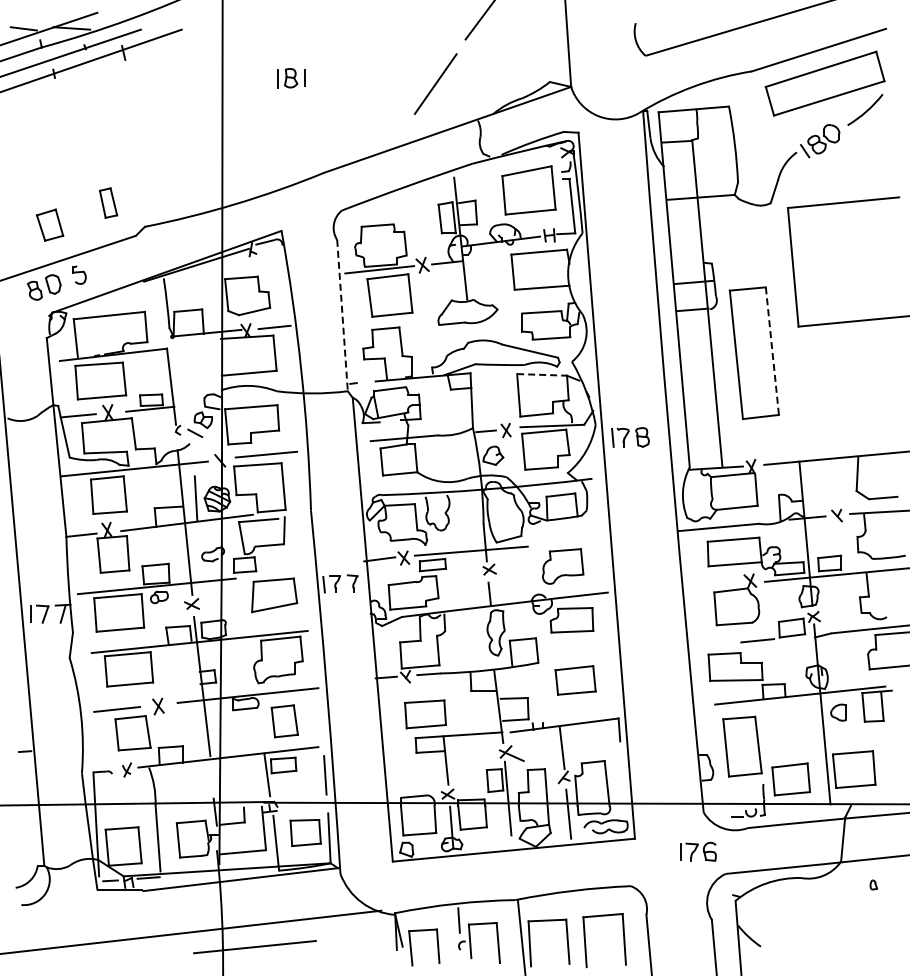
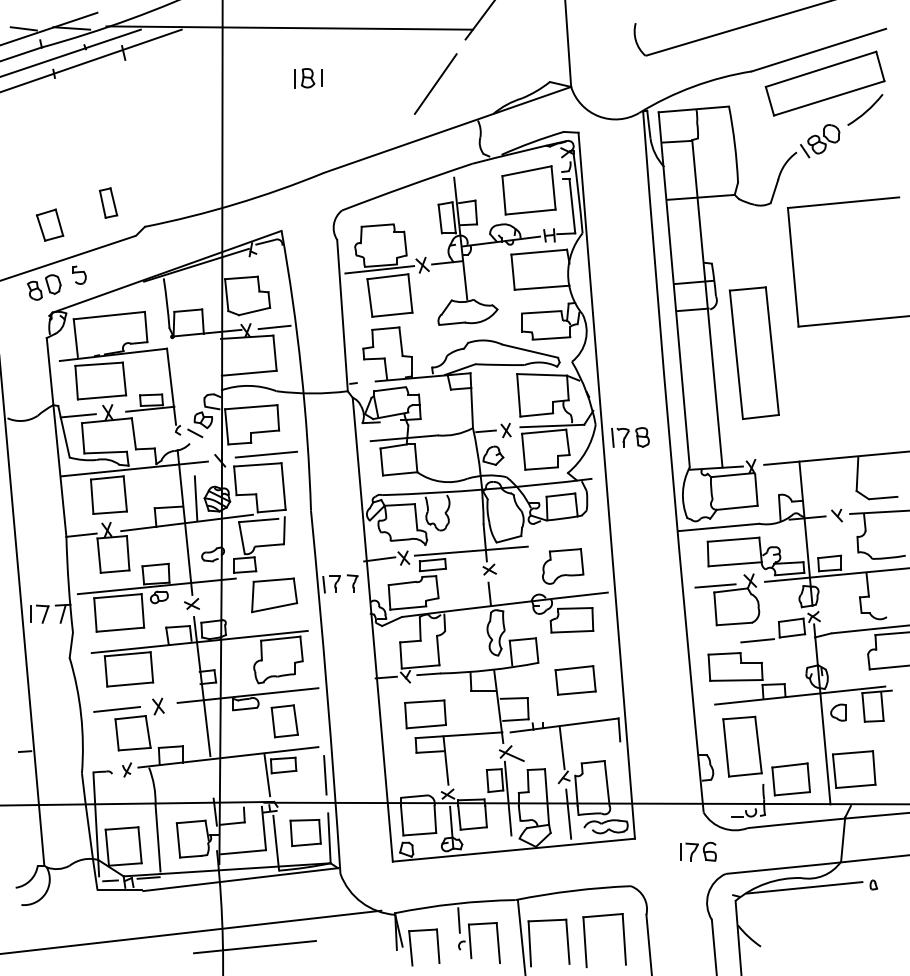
line at (289, 27): none -> present
part at (291, 78) position: (291, 78) -> (308, 78)
line at (342, 315): dashed -> solid
line at (772, 351): dashed -> solid
line at (542, 374): dashed -> solid
line at (715, 585): none -> present
line at (804, 887): none -> present
